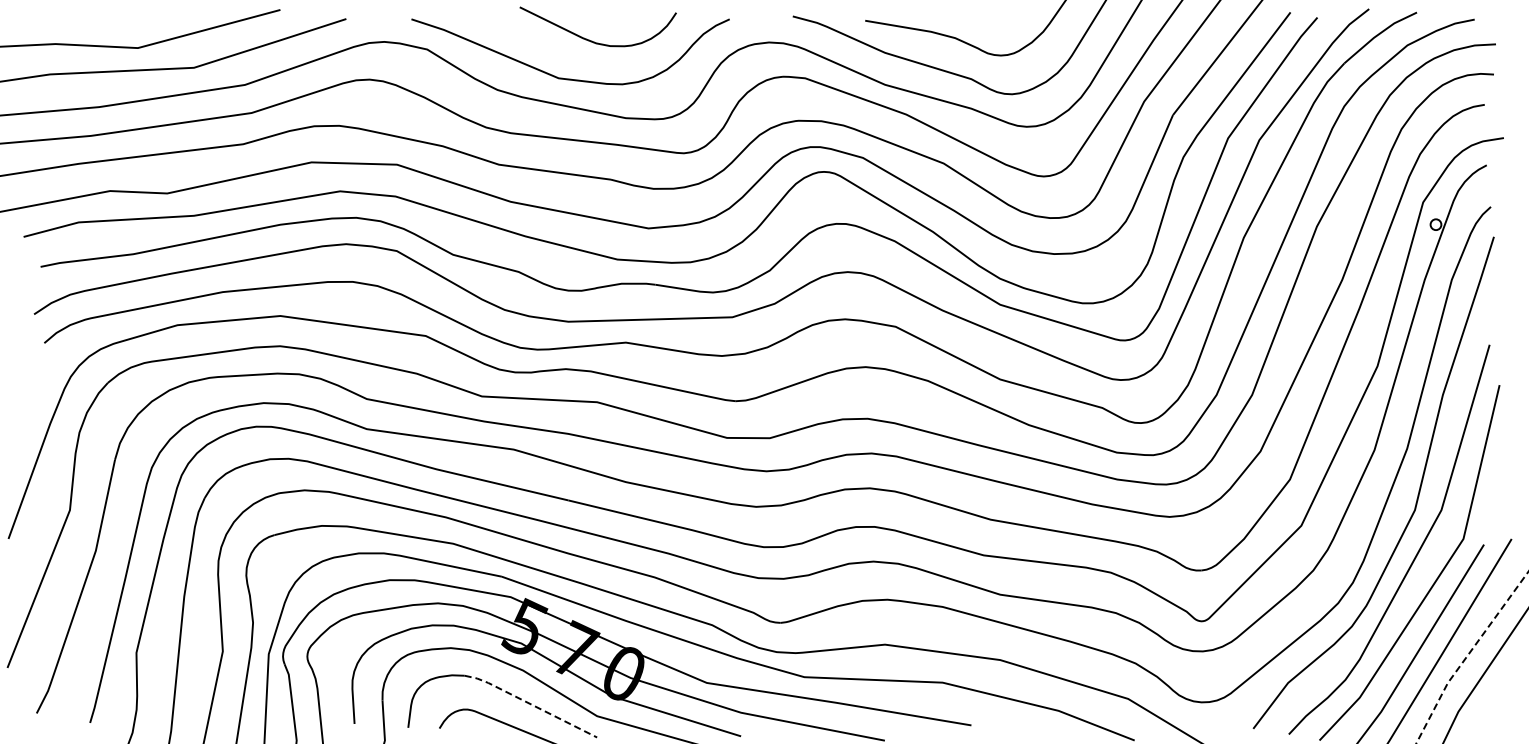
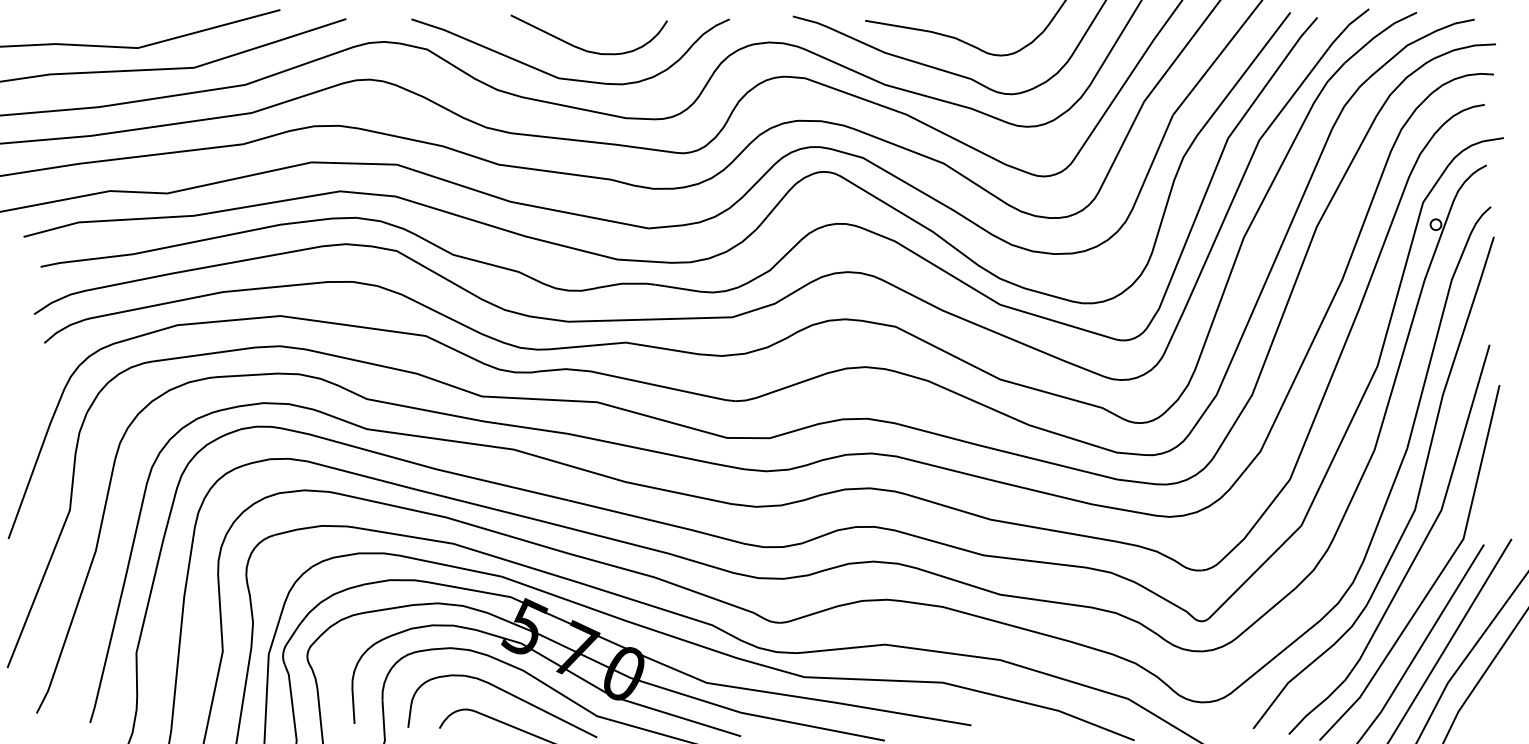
curve at (592, 40) position: (592, 40) -> (583, 48)
line at (1468, 654): dashed -> solid
line at (530, 703): dashed -> solid
